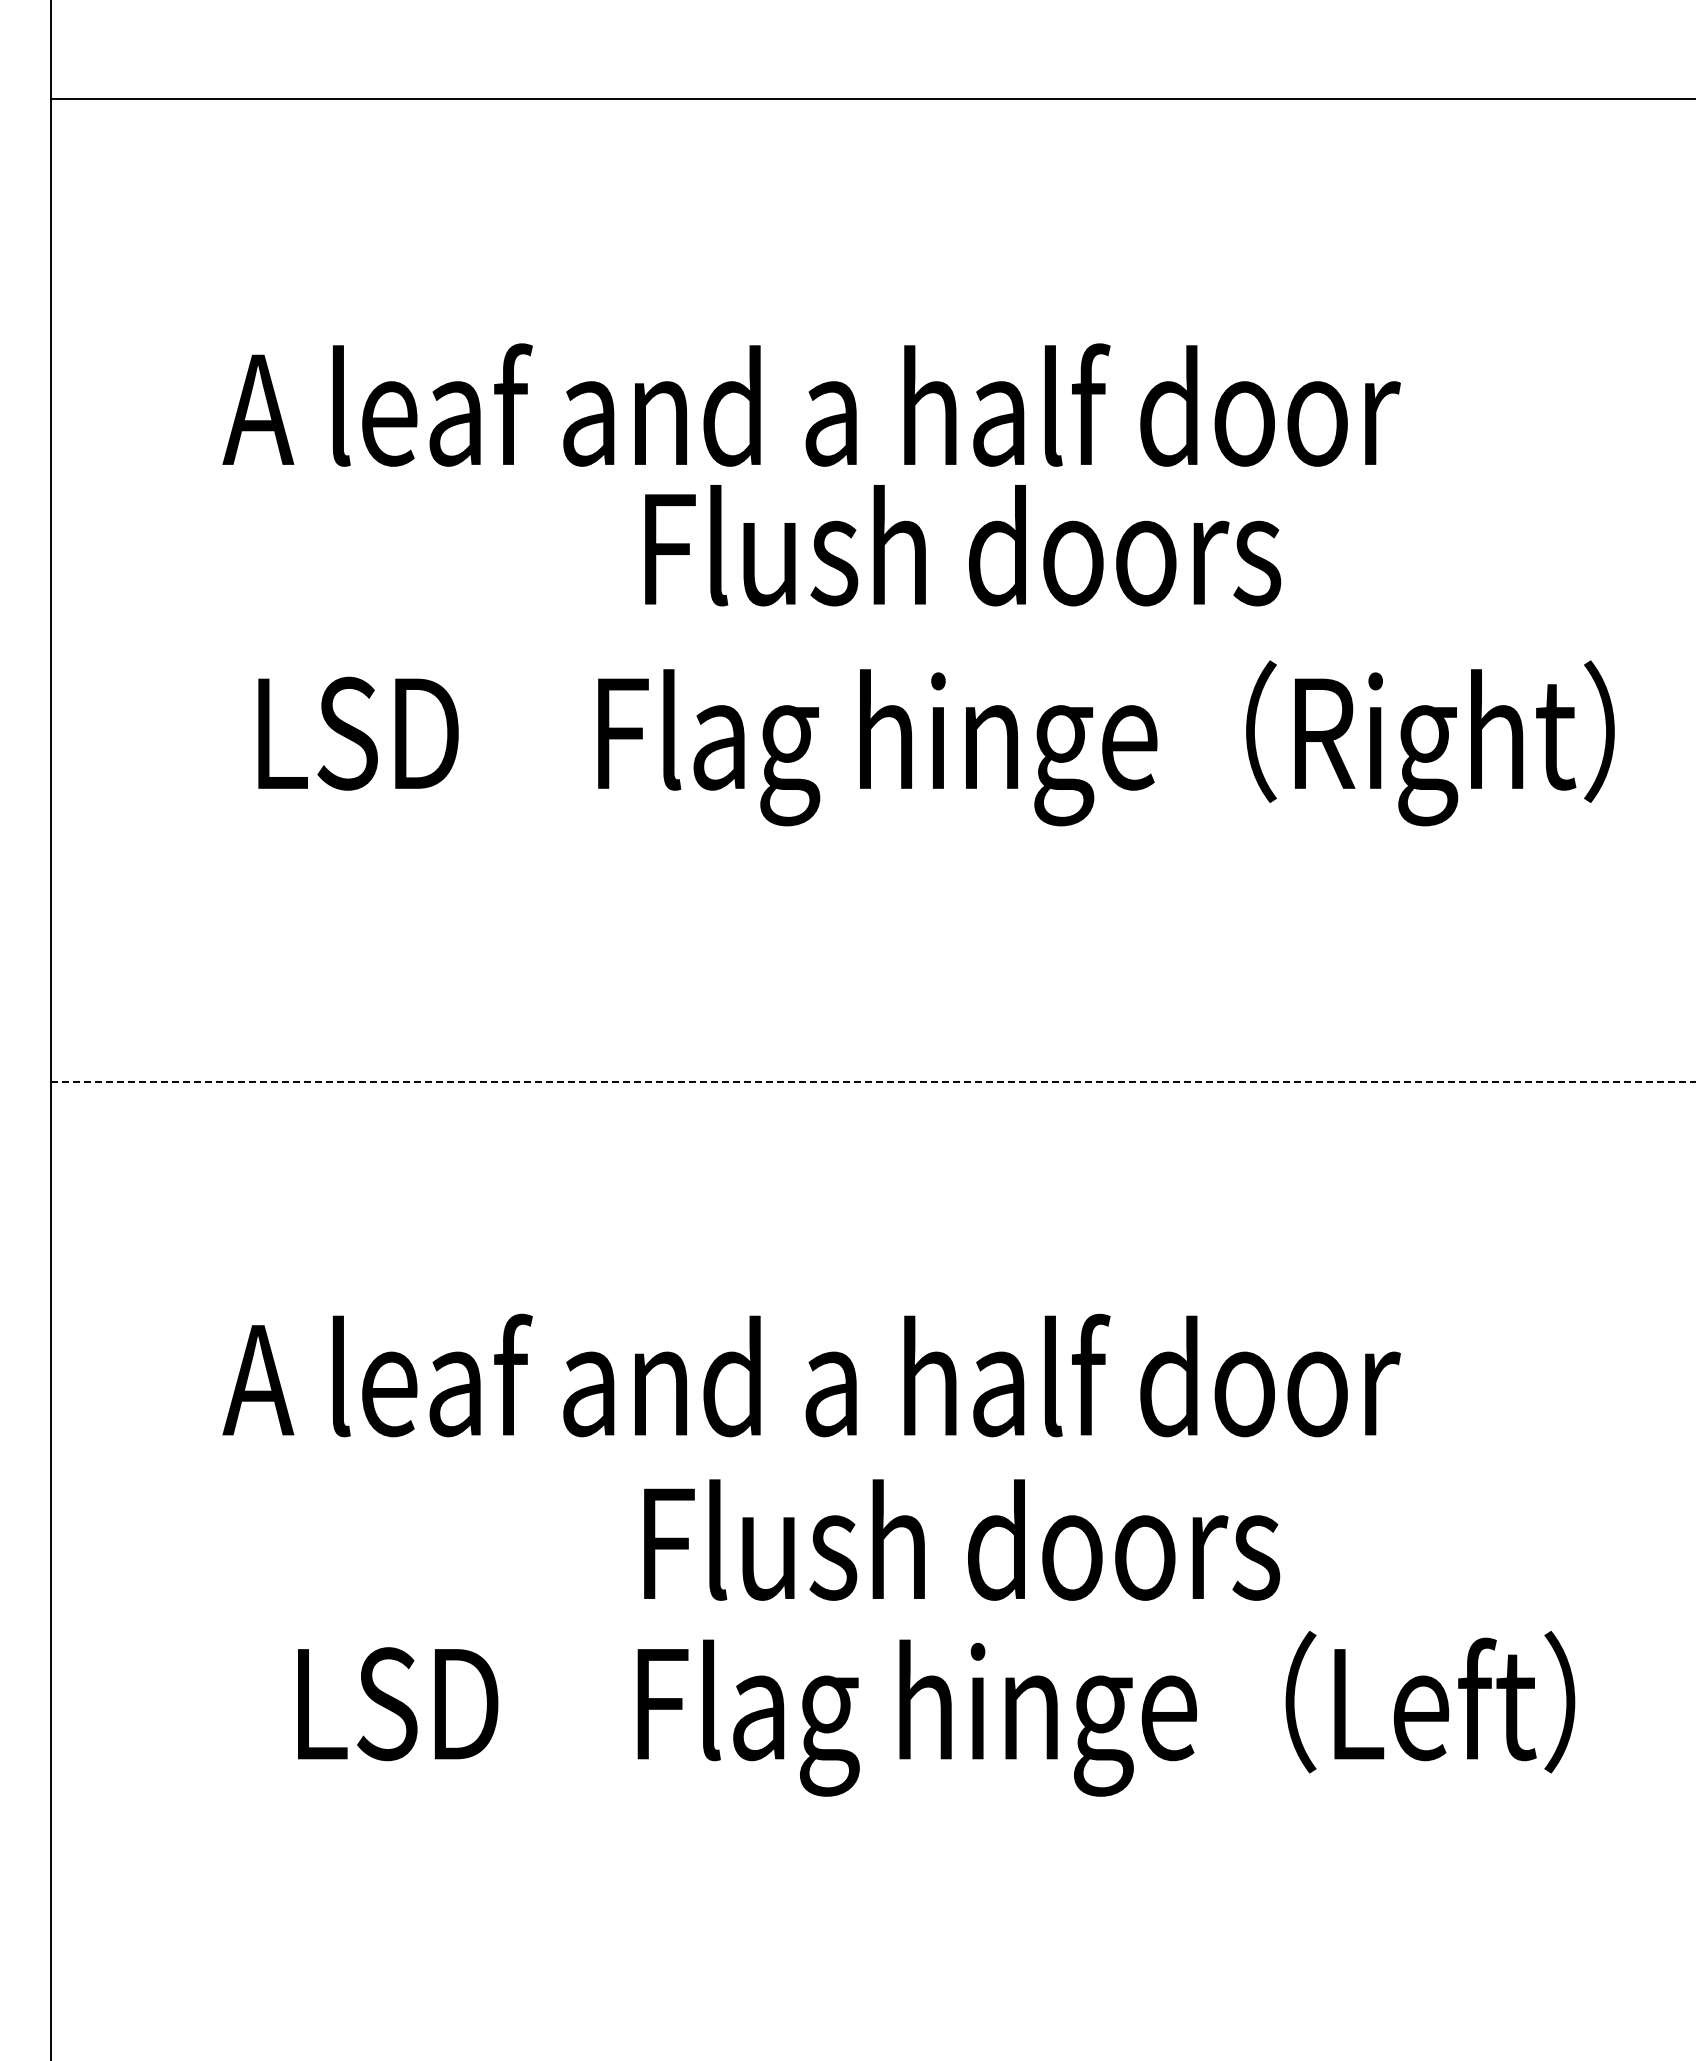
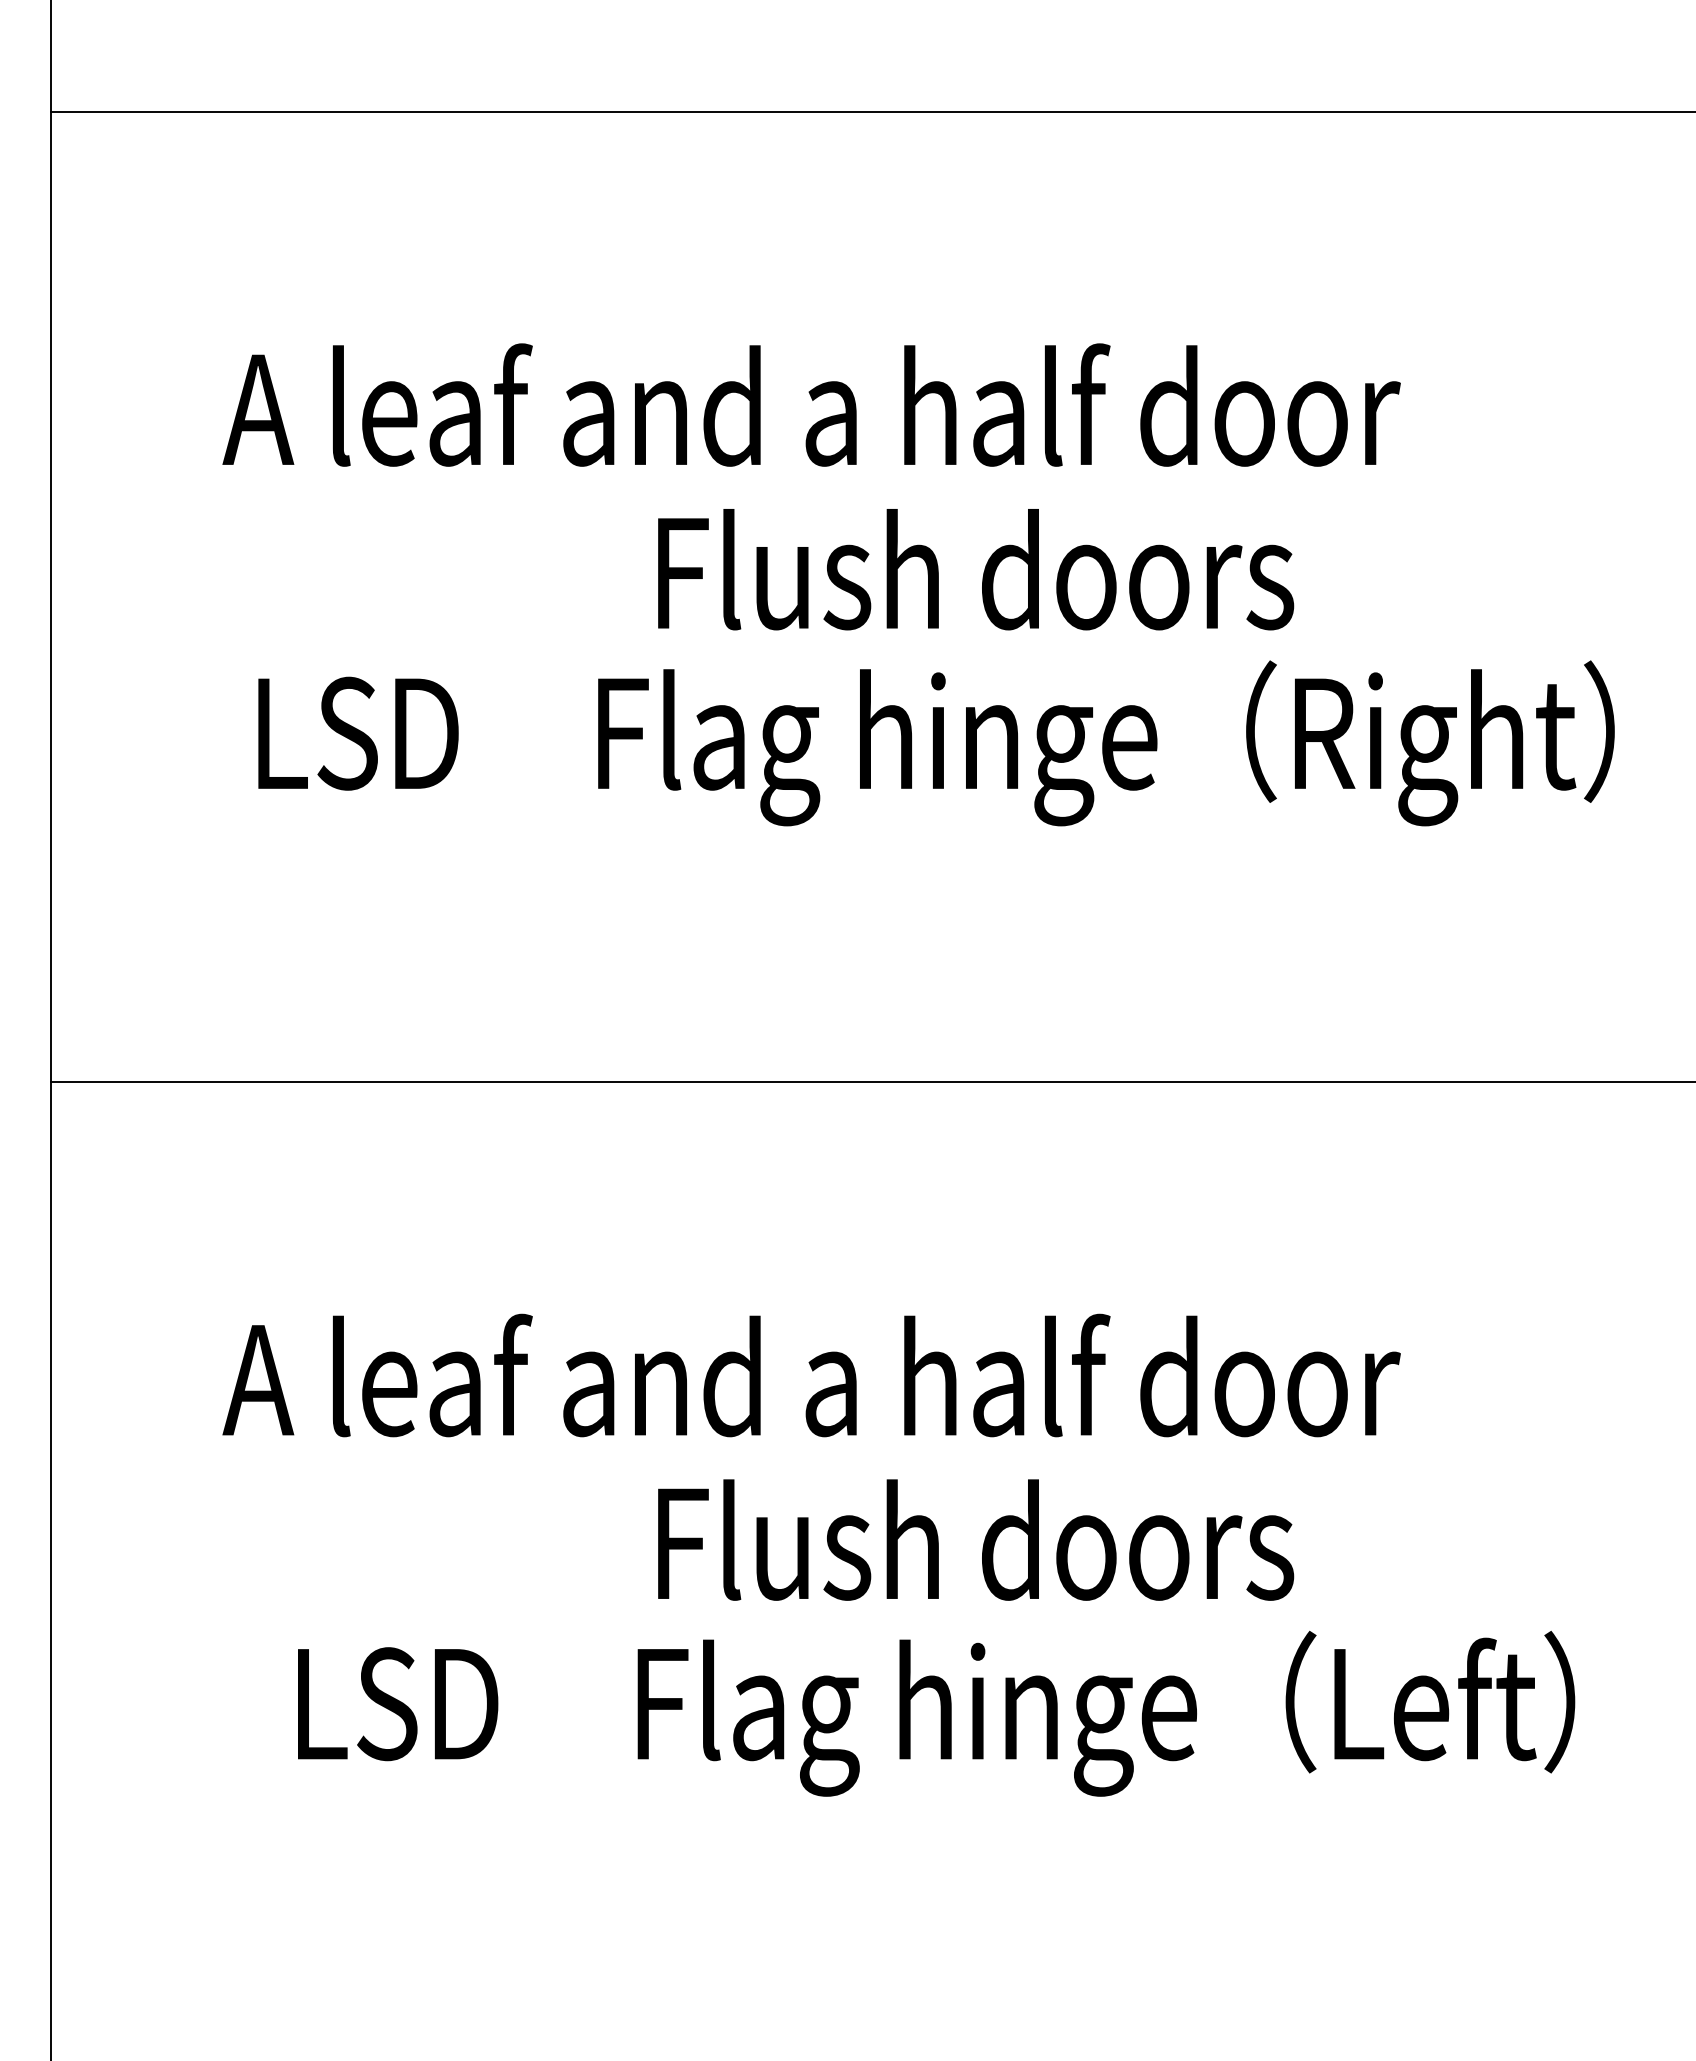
line at (871, 98) position: (871, 98) -> (871, 111)
text at (963, 545) position: (963, 545) -> (976, 569)
line at (873, 1081): dashed -> solid
text at (962, 1539) position: (962, 1539) -> (976, 1539)
